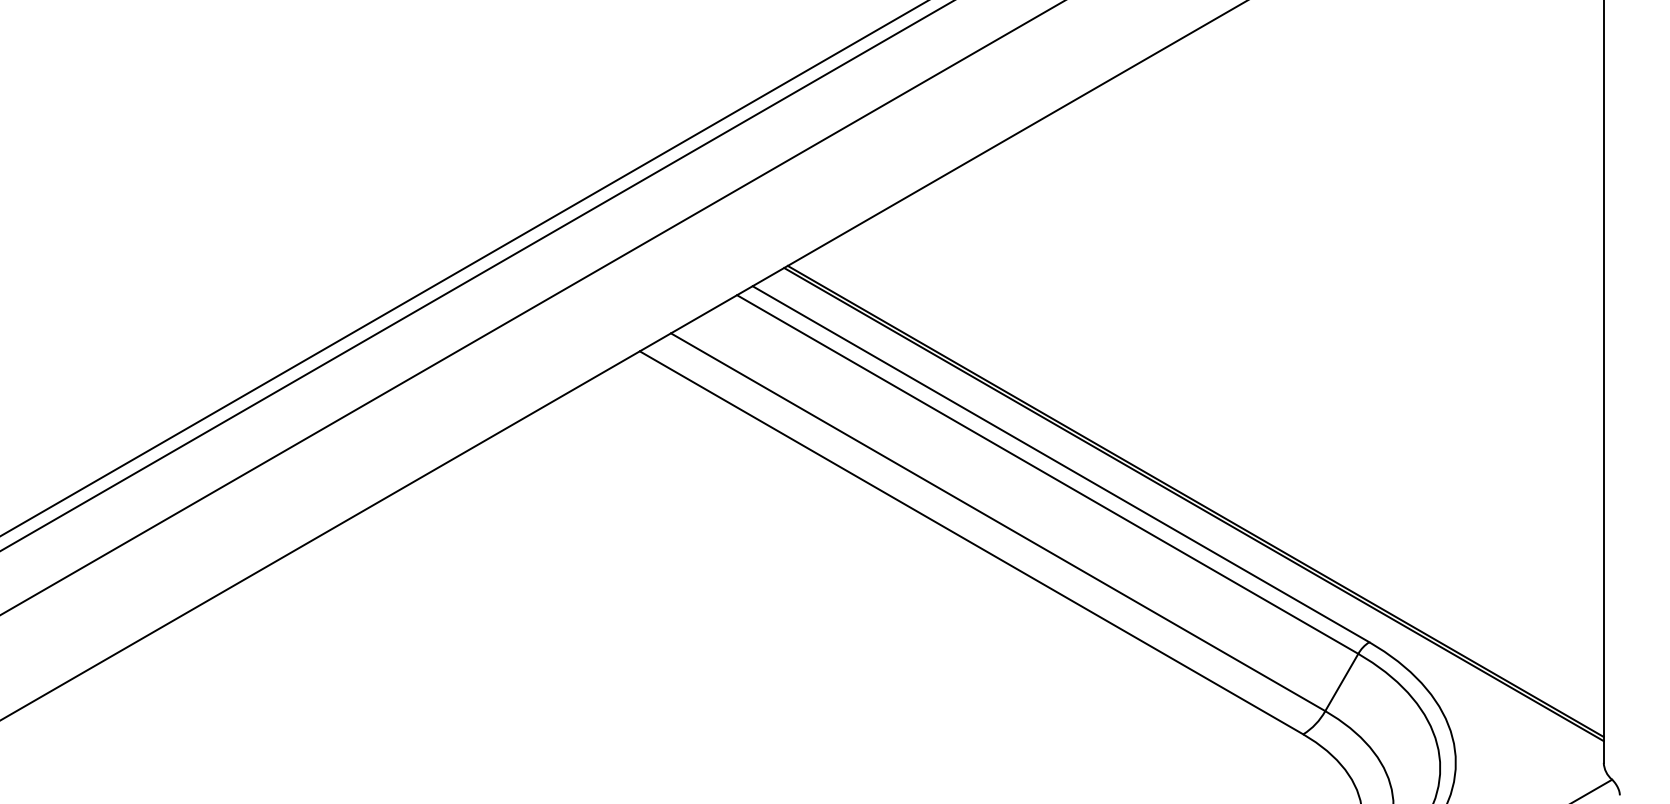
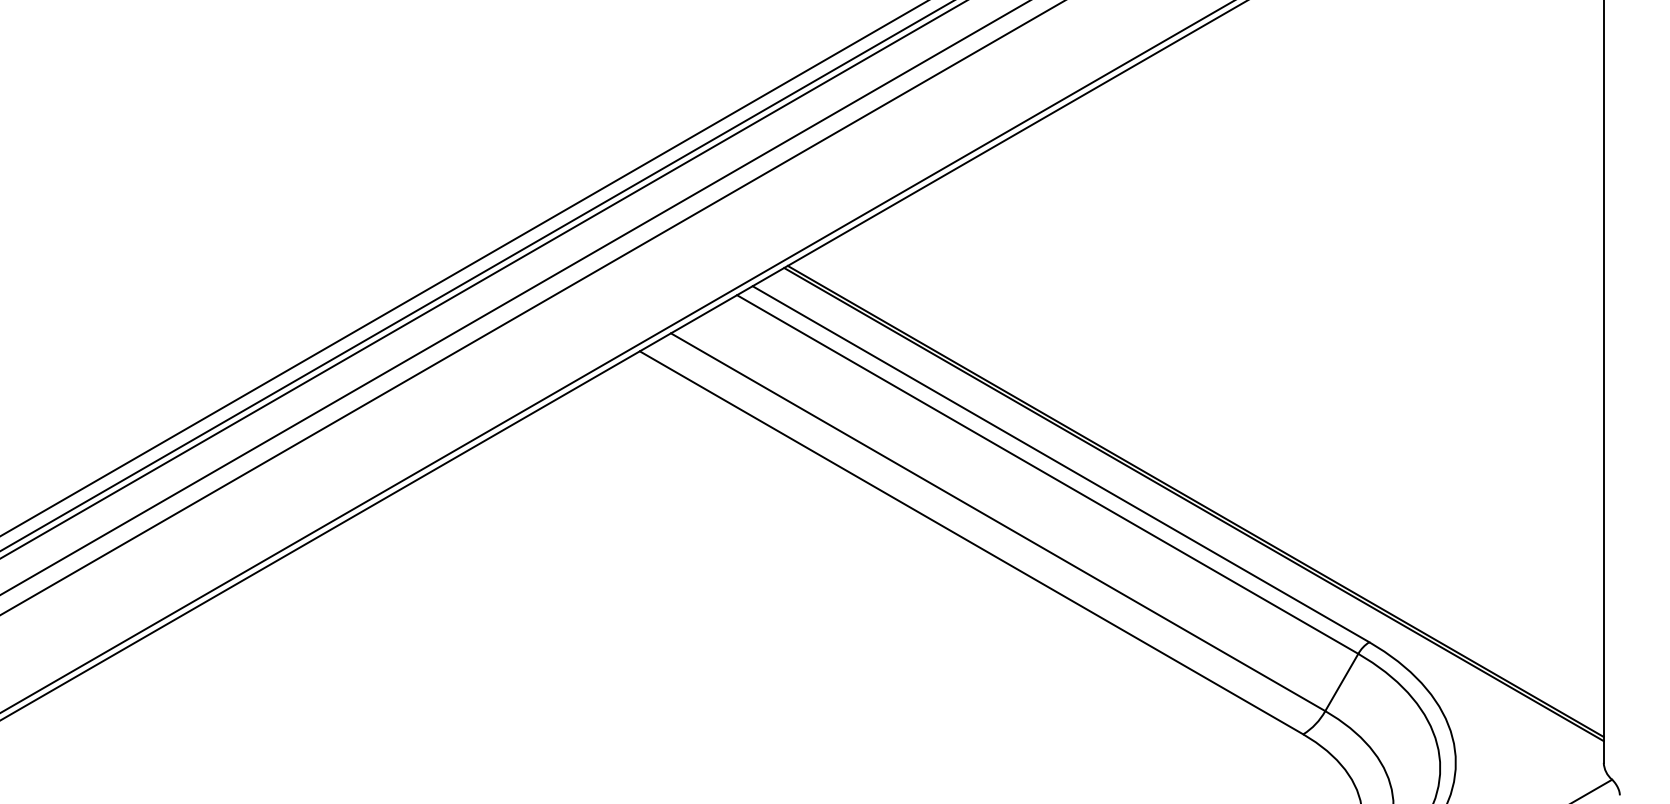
line at (482, 279): none -> present
line at (514, 297): none -> present
line at (616, 356): none -> present
